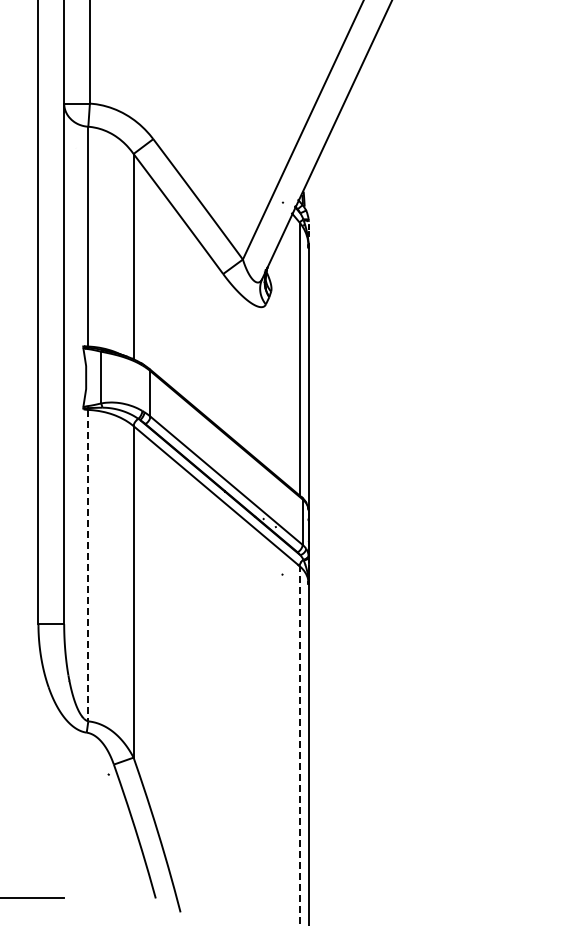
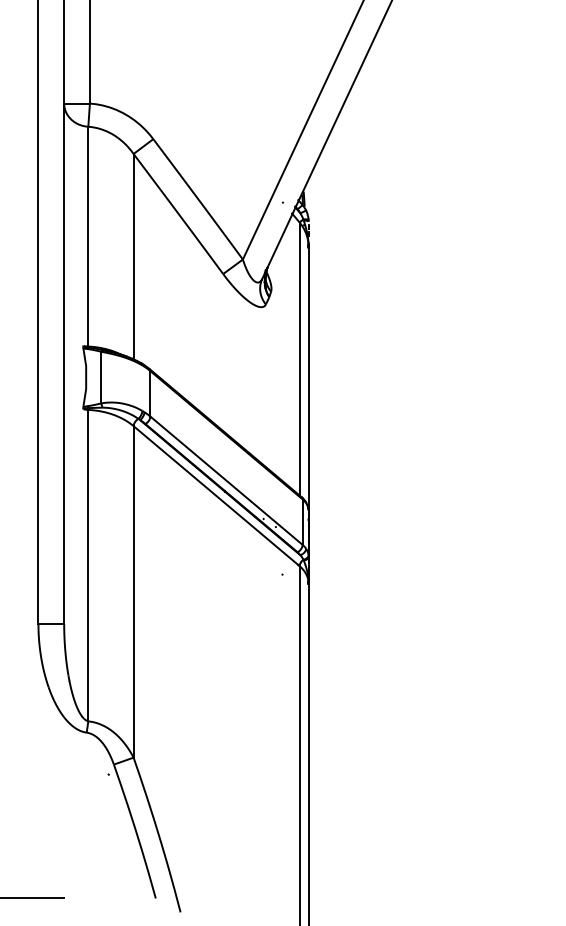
line at (88, 565): dashed -> solid
line at (299, 745): dashed -> solid
